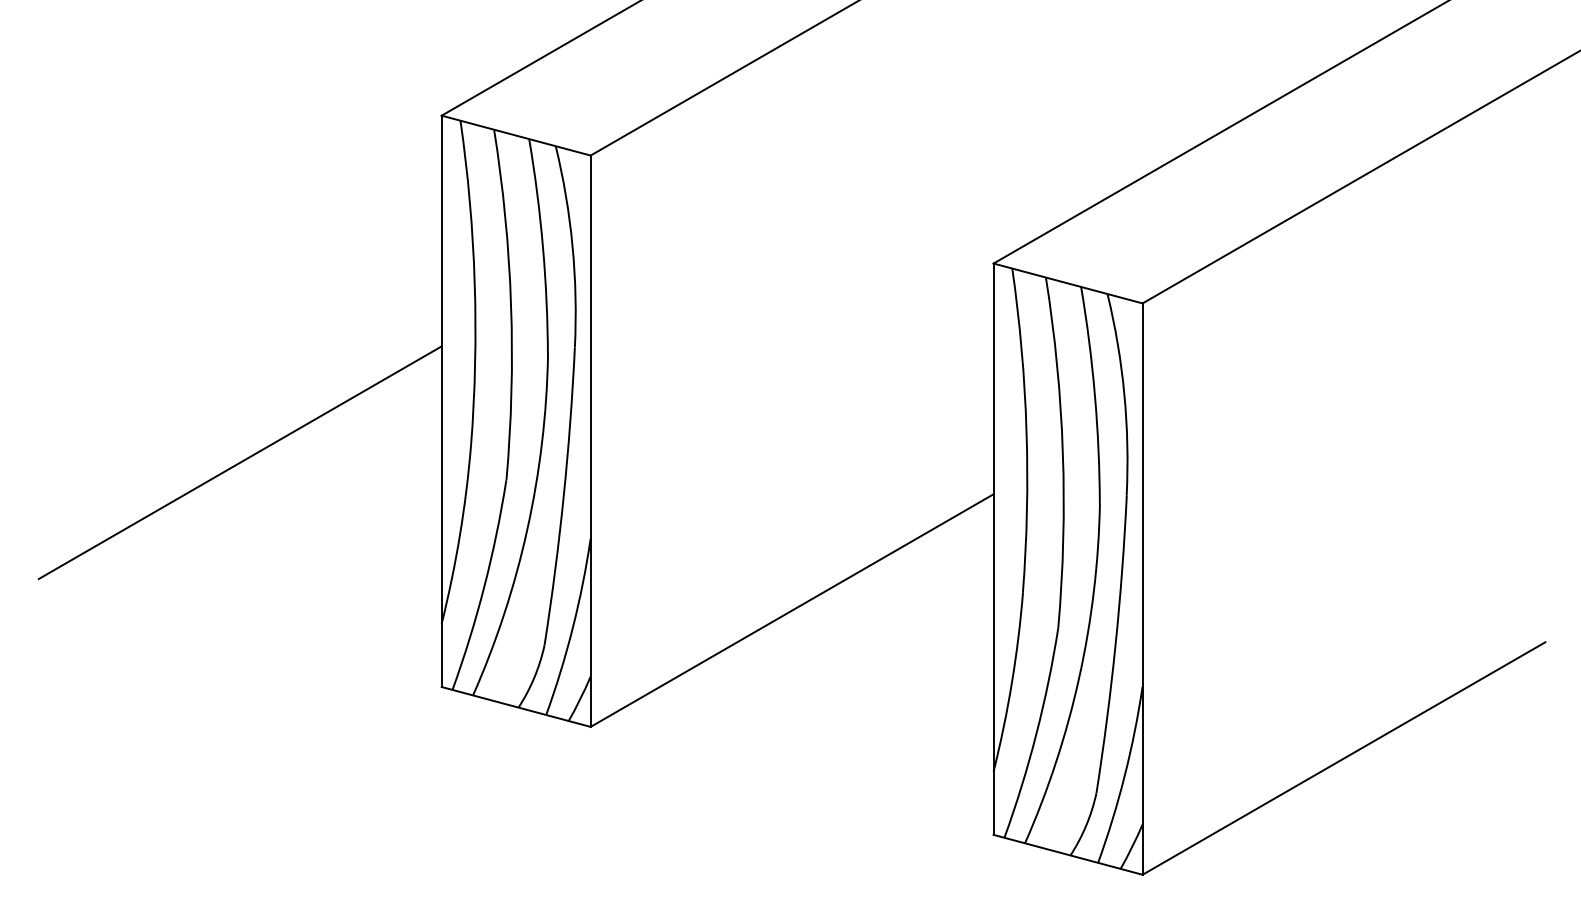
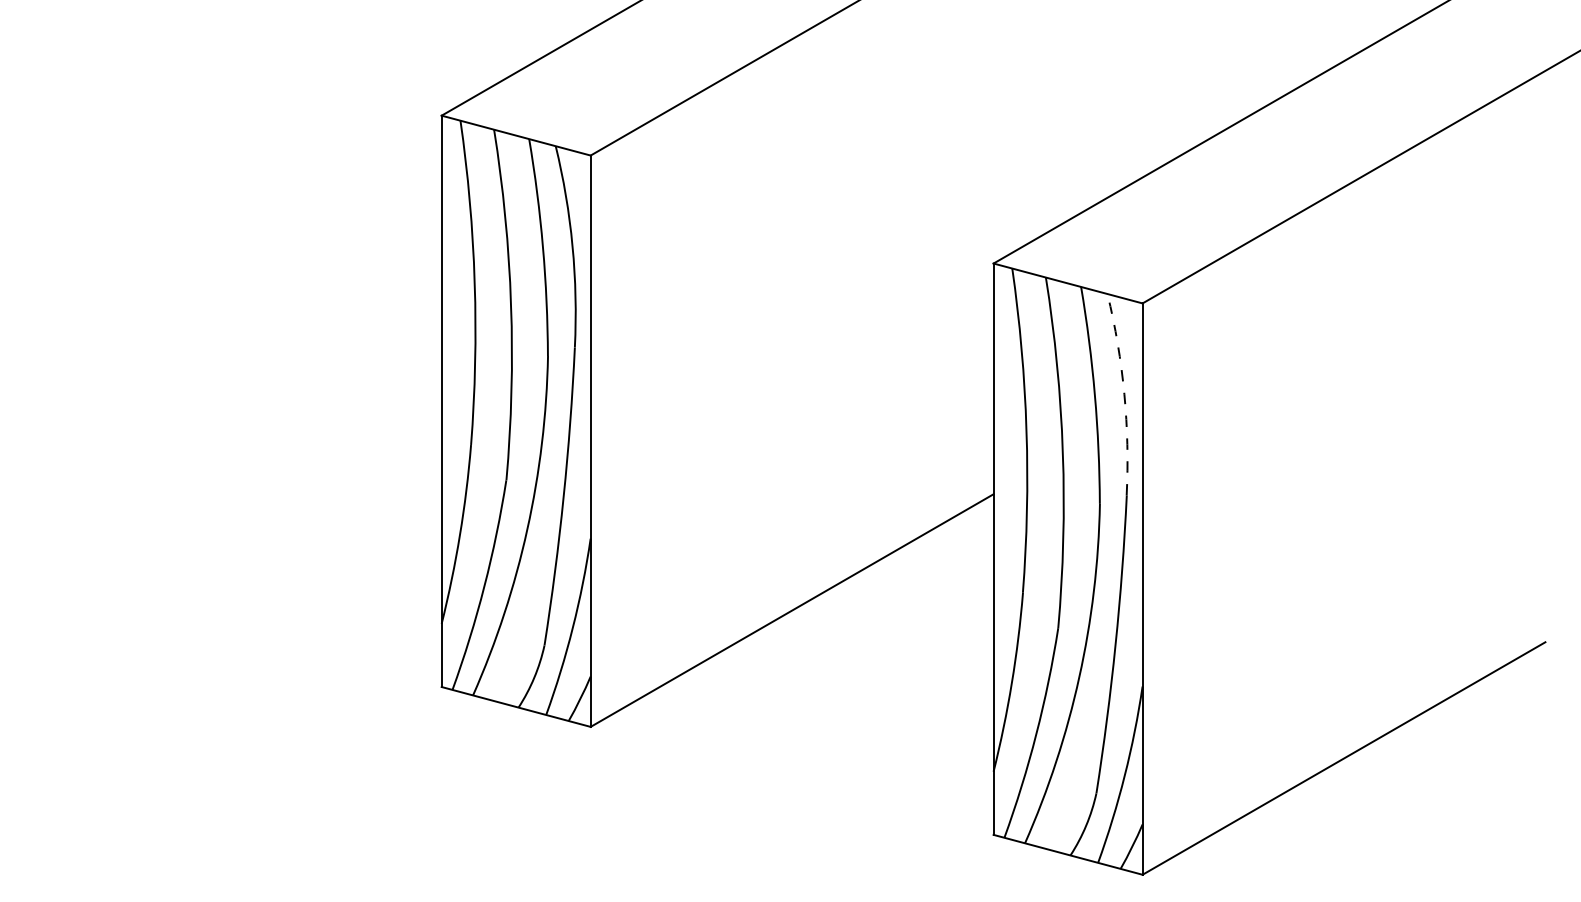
arc at (1124, 394): solid -> dashed
line at (239, 462): present -> none
